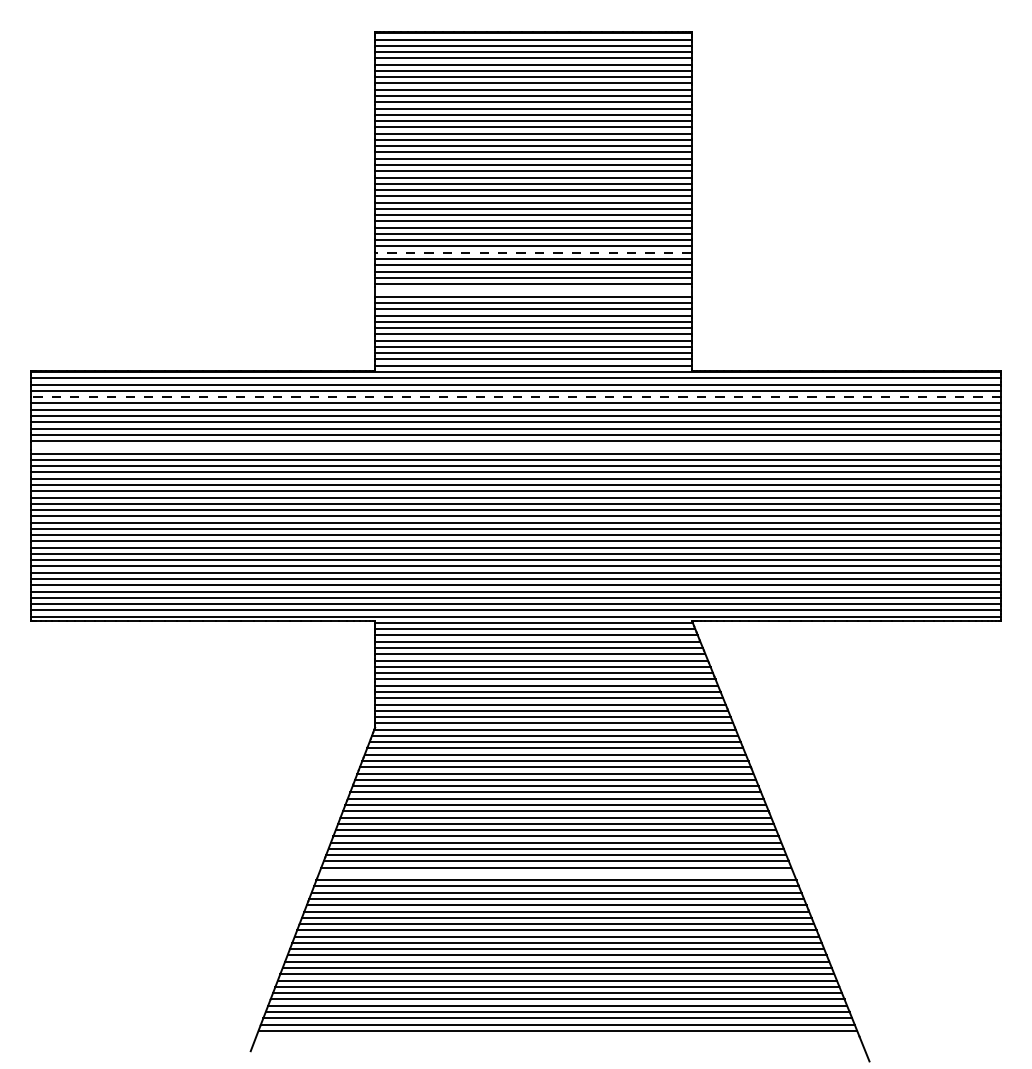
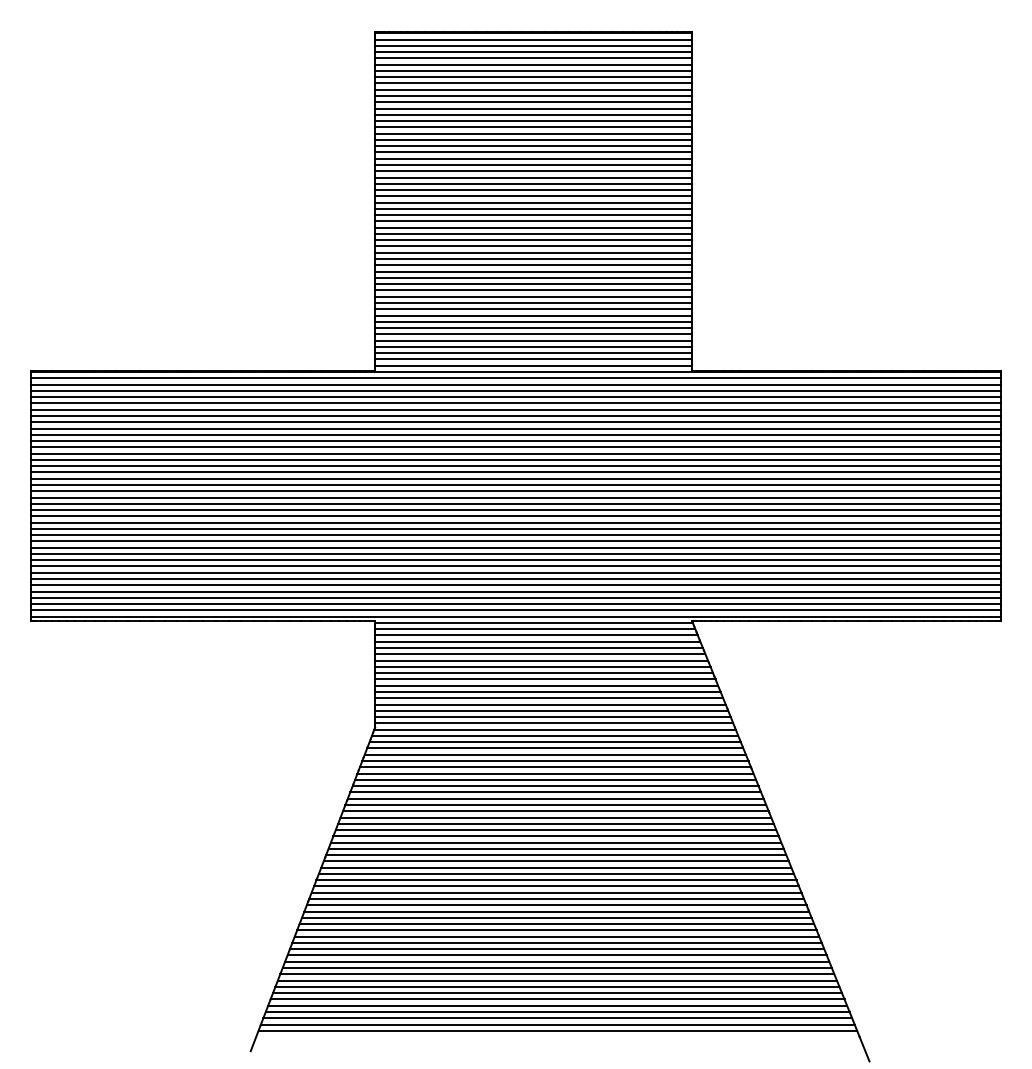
line at (532, 252): dashed -> solid
line at (533, 290): none -> present
line at (515, 397): dashed -> solid
line at (515, 447): none -> present
line at (555, 873): none -> present
